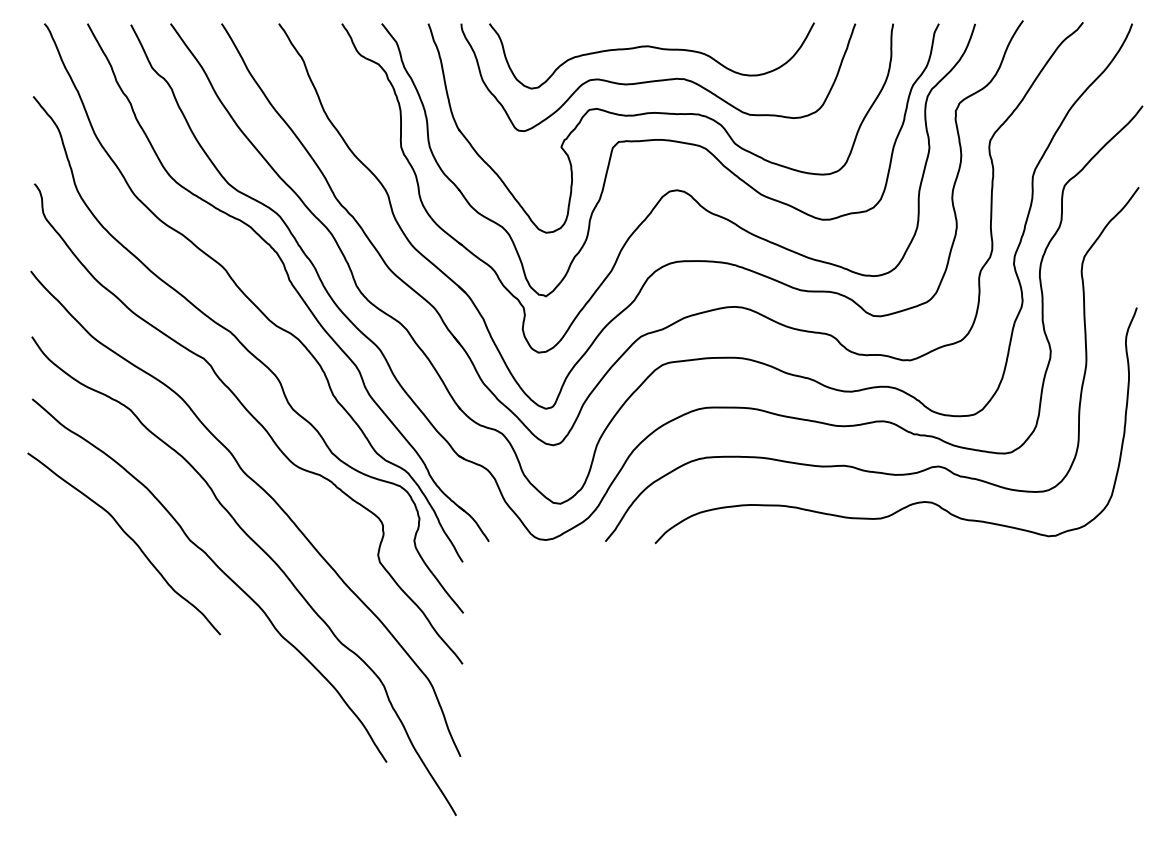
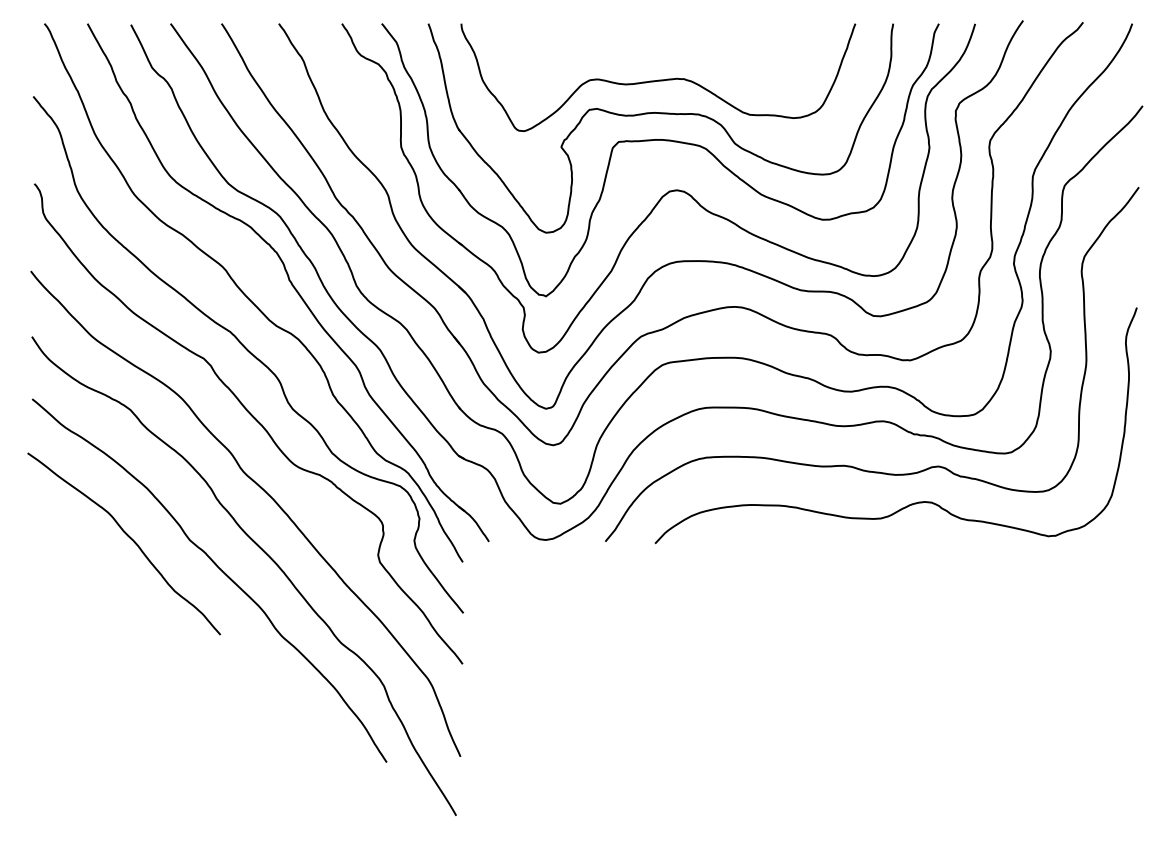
curve at (653, 48): present -> none
